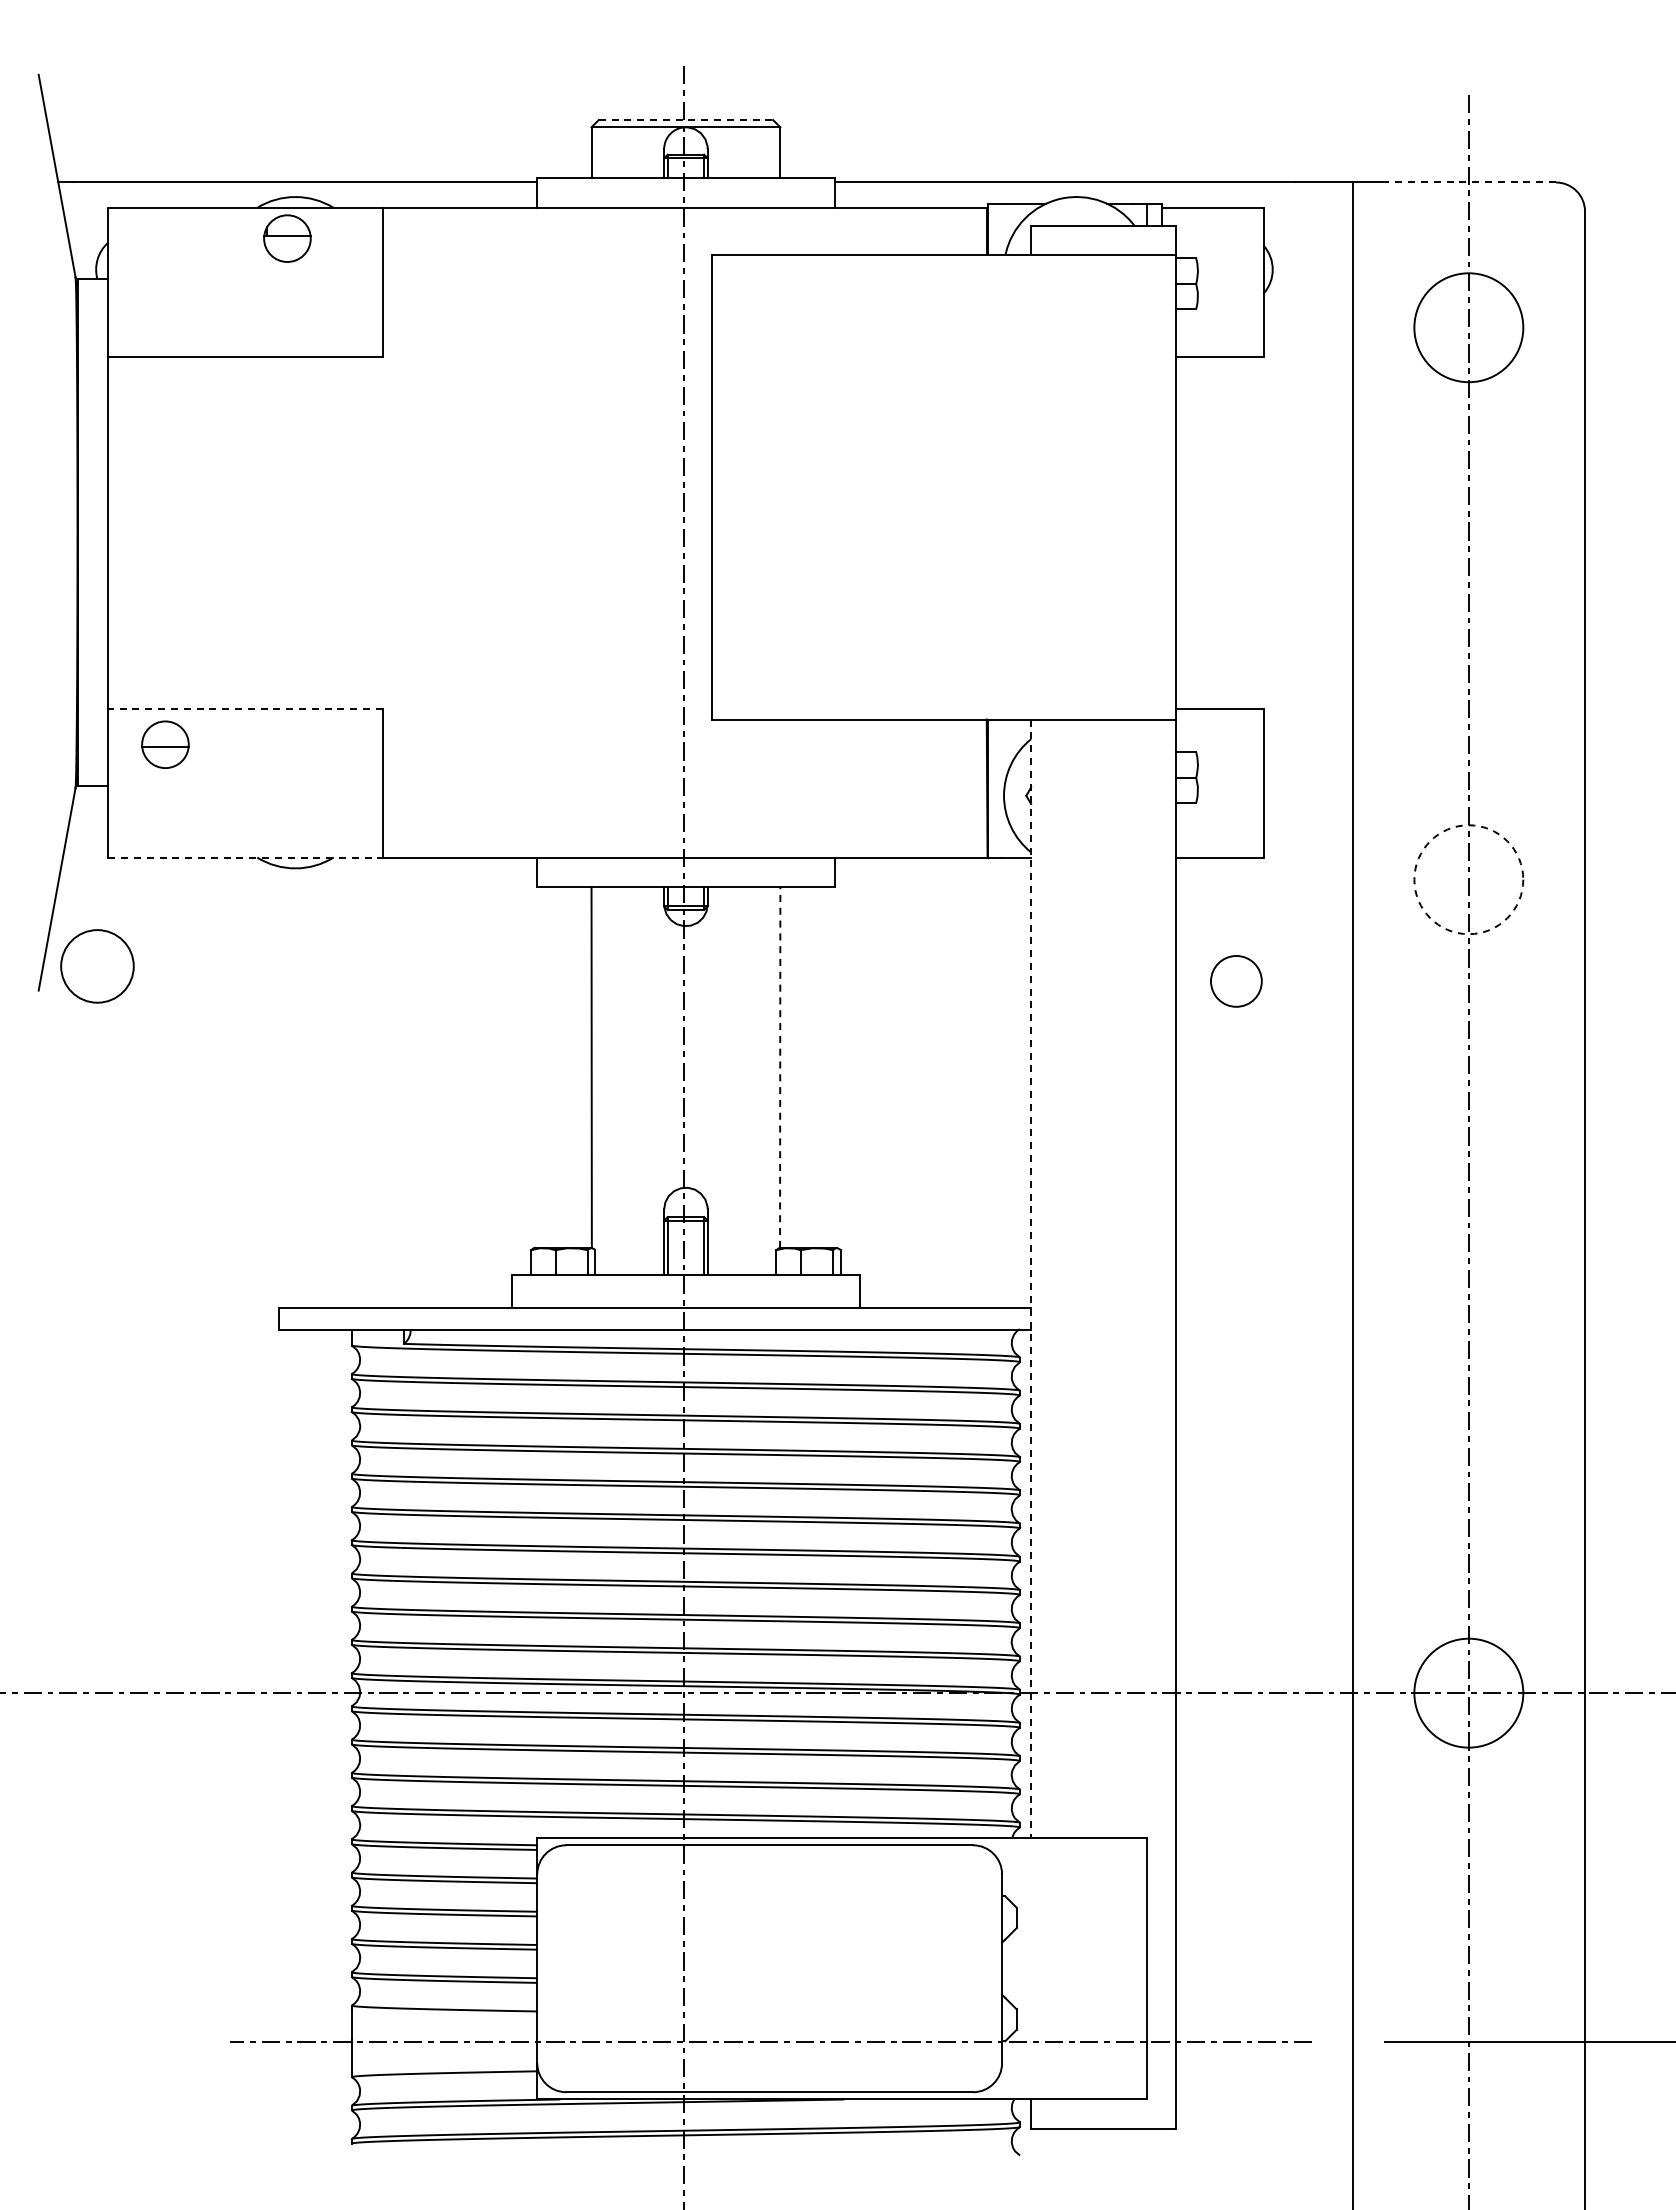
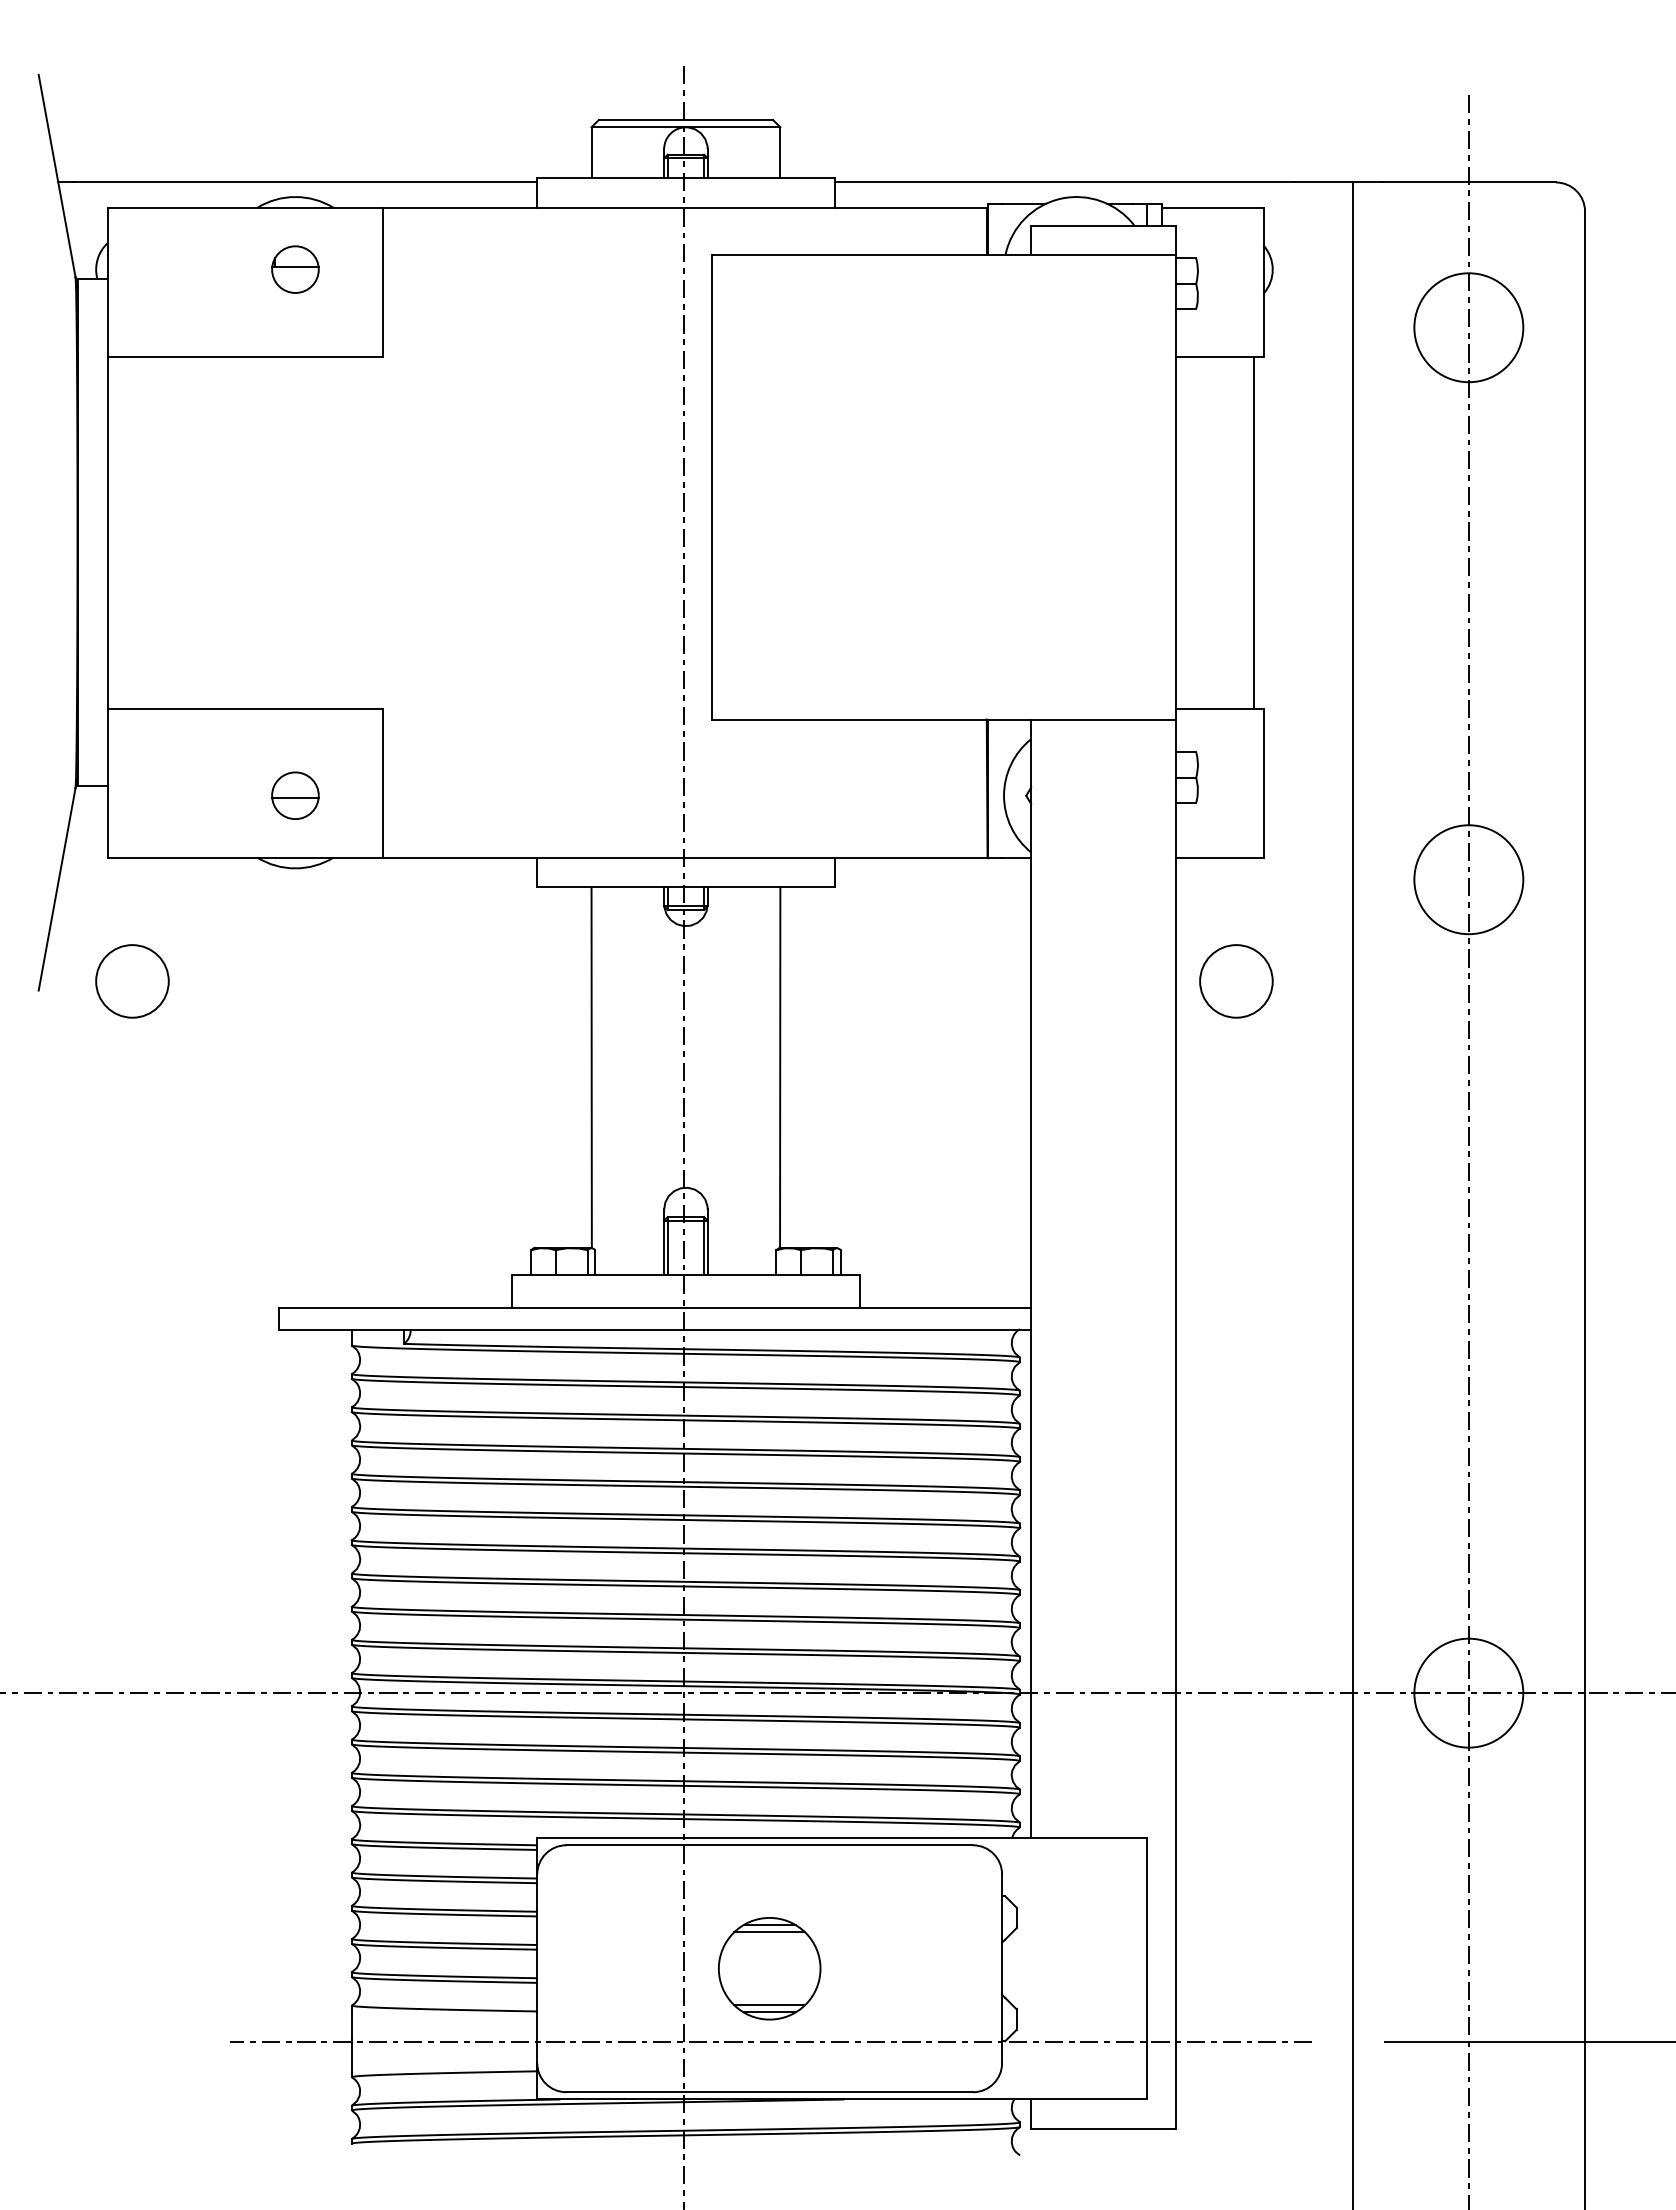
line at (686, 120): dashed -> solid
line at (1468, 182): dashed -> solid
part at (287, 238) position: (287, 238) -> (295, 269)
line at (1254, 532): none -> present
line at (245, 708): dashed -> solid
part at (165, 744) position: (165, 744) -> (295, 795)
line at (246, 857): dashed -> solid
circle at (1468, 879): dashed -> solid
circle at (97, 966) position: (97, 966) -> (132, 981)
circle at (1236, 981) diameter: 51 px -> 73 px
line at (780, 1067): dashed -> solid
line at (1031, 1279): dashed -> solid
part at (769, 1968): none -> present
